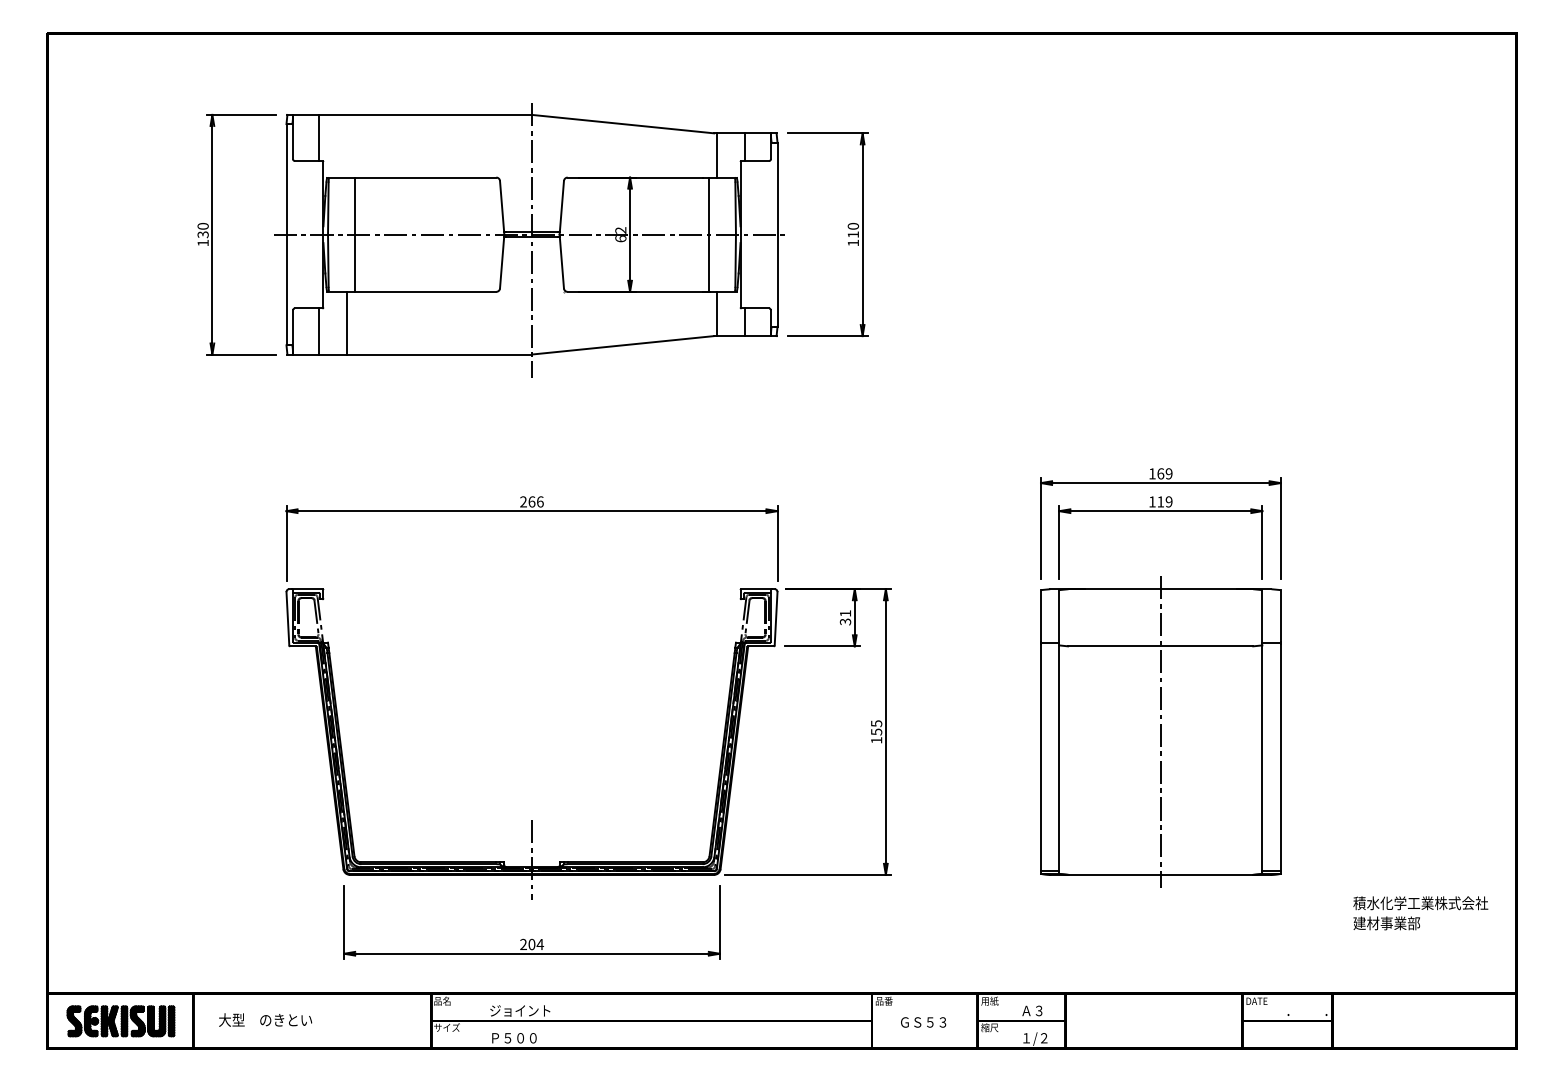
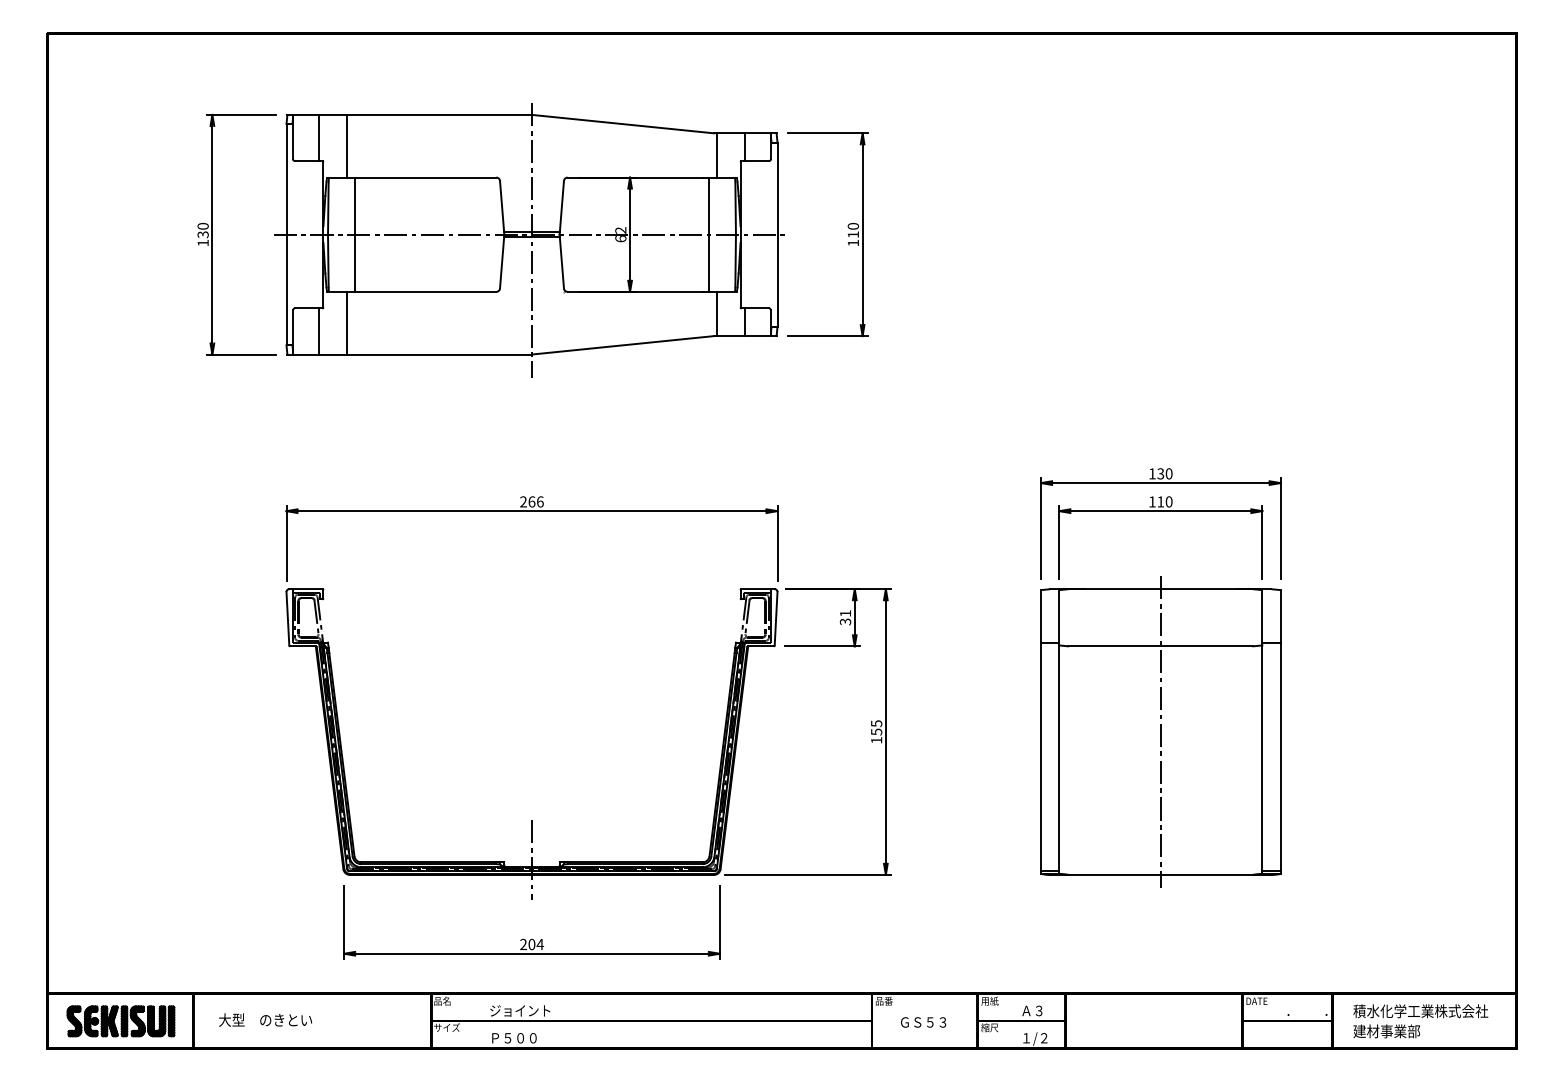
line at (347, 145): none -> present
text at (1164, 473): 169 -> 130
text at (1168, 501): 119 -> 110
text at (1420, 913) position: (1420, 913) -> (1420, 1021)
